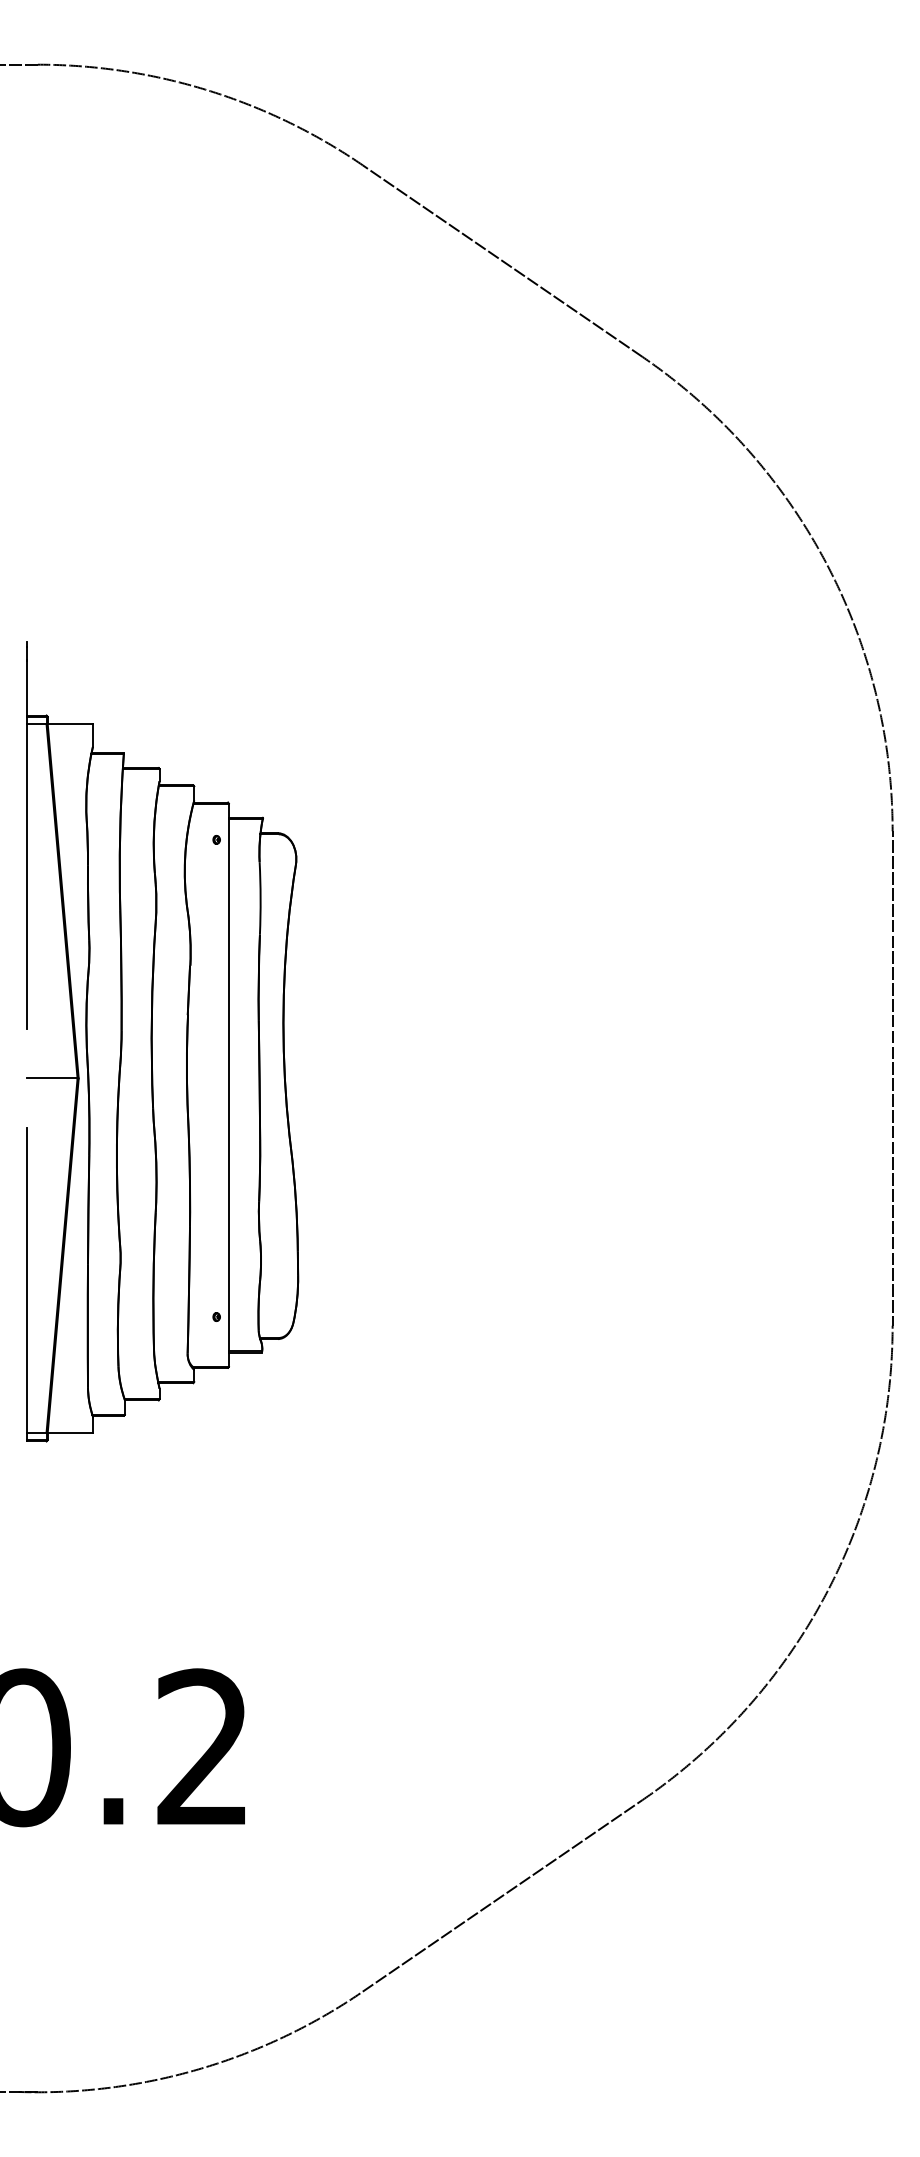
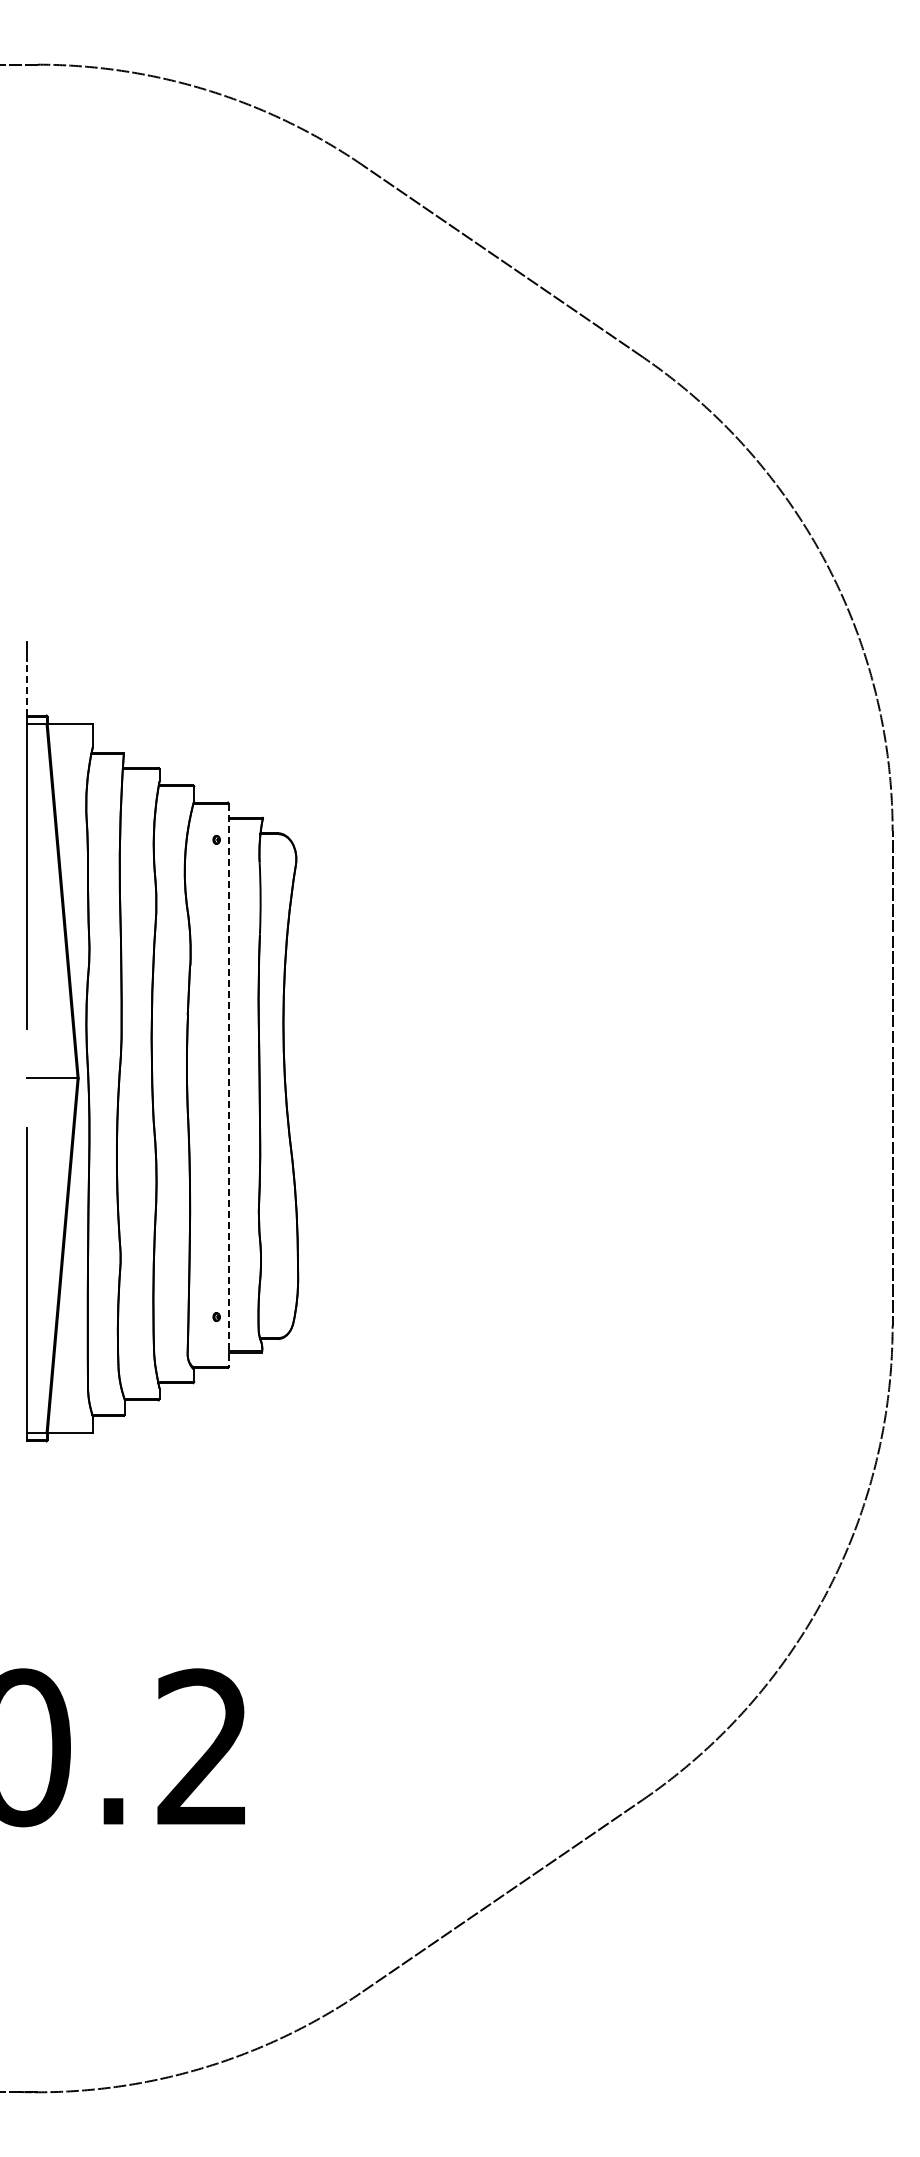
line at (27, 688): solid -> dashed
line at (228, 1085): solid -> dashed
